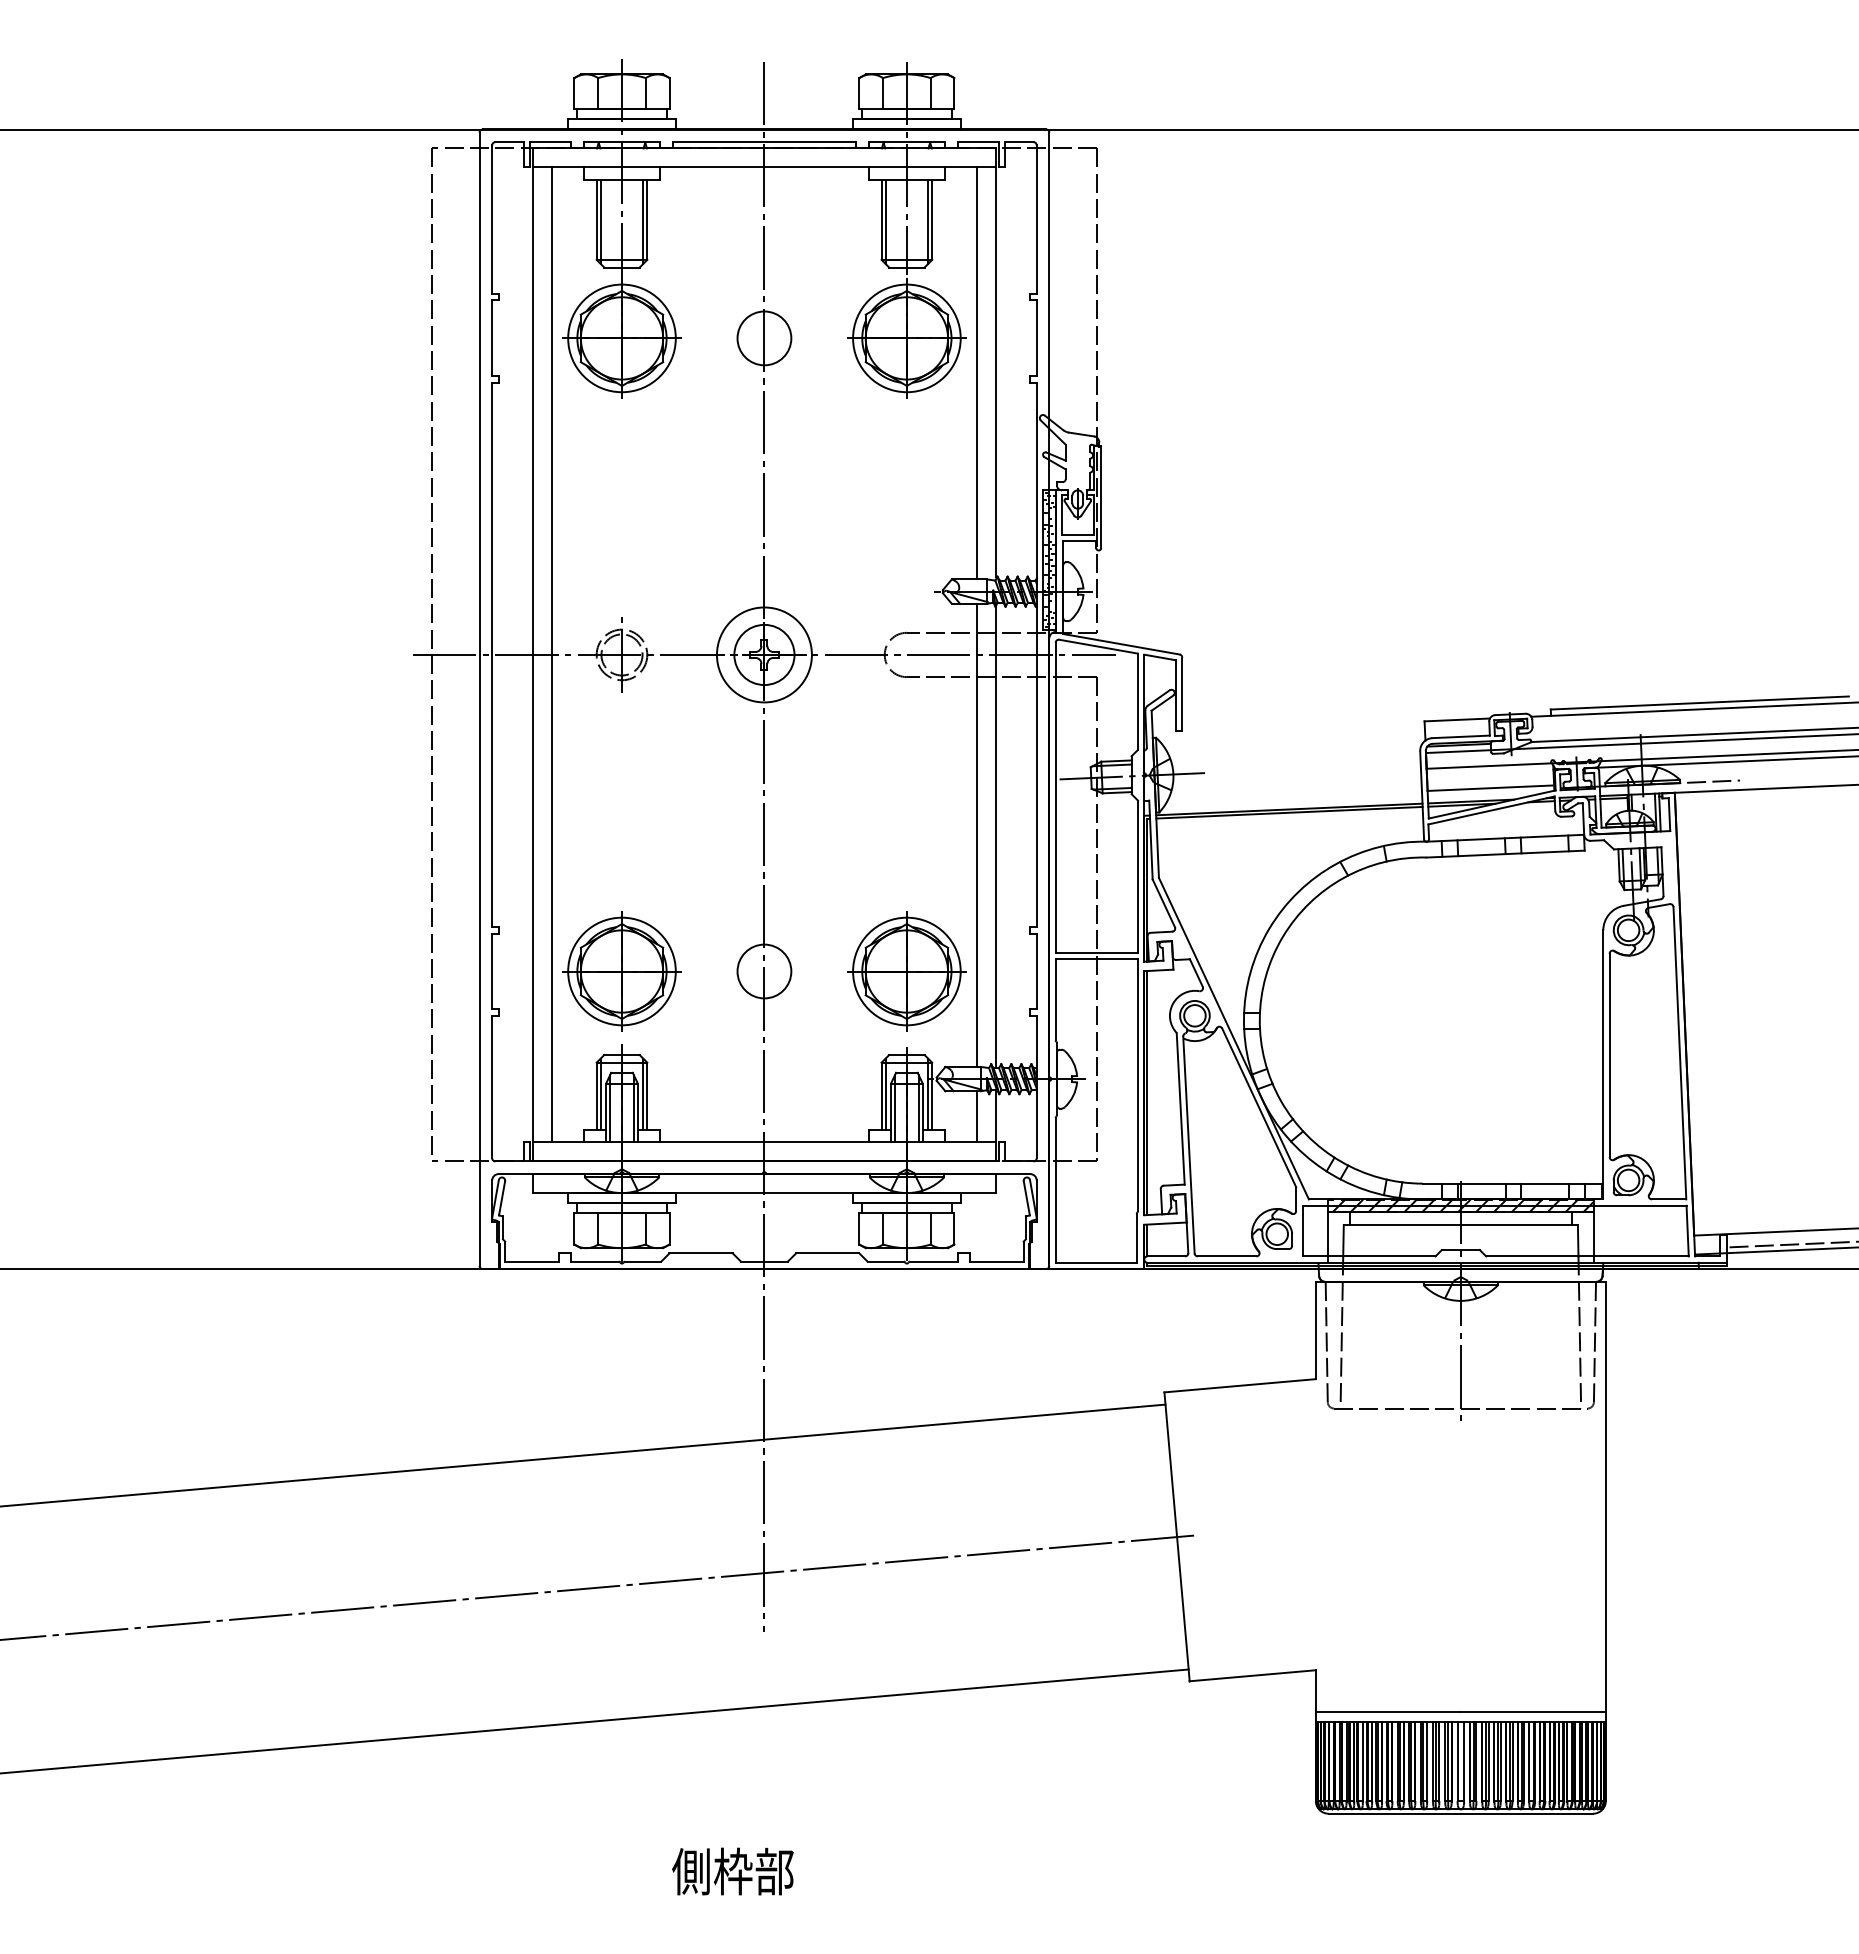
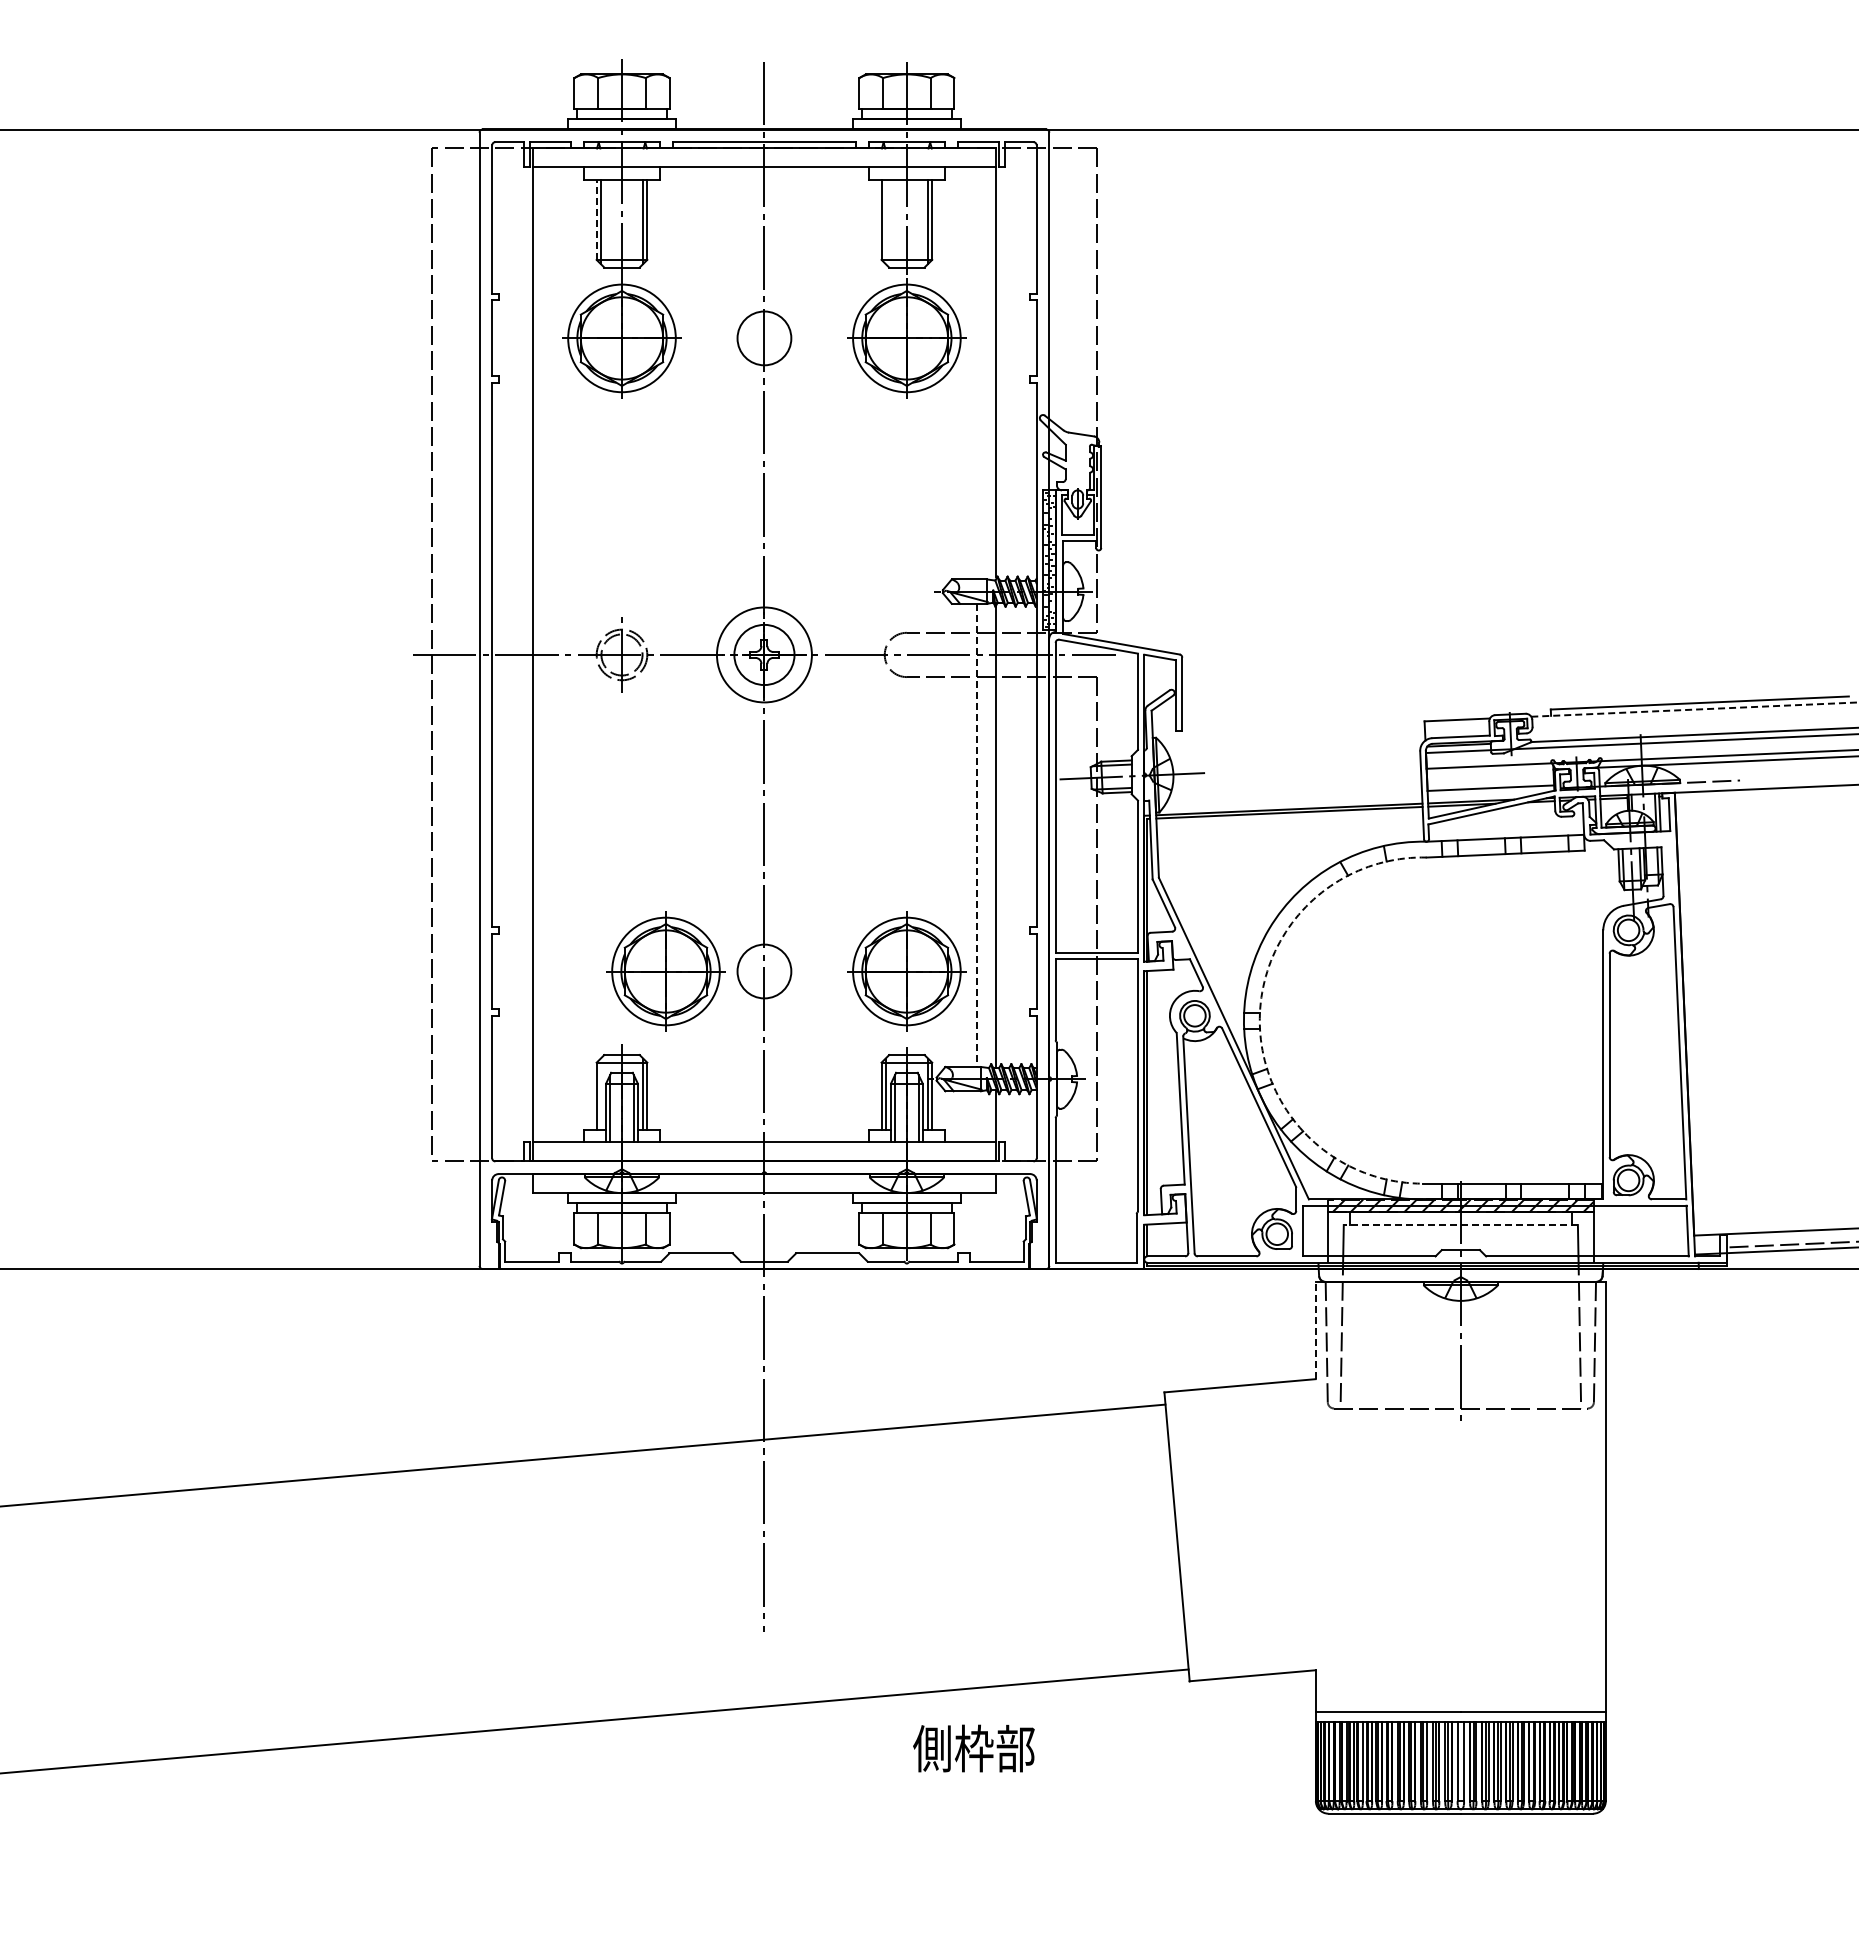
line at (596, 220): solid -> dashed
line at (885, 222): present -> none
line at (976, 373): present -> none
line at (552, 654): present -> none
line at (1695, 709): solid -> dashed
line at (976, 835): solid -> dashed
part at (621, 971) position: (621, 971) -> (665, 971)
arc at (1259, 1018): solid -> dashed
line at (600, 1093): present -> none
line at (976, 1116): present -> none
line at (1460, 1224): solid -> dashed
line at (1315, 1330): solid -> dashed
line at (598, 1587): present -> none
text at (732, 1871) position: (732, 1871) -> (973, 1748)
